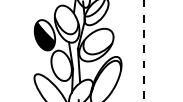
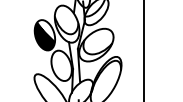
line at (144, 50): dashed -> solid
